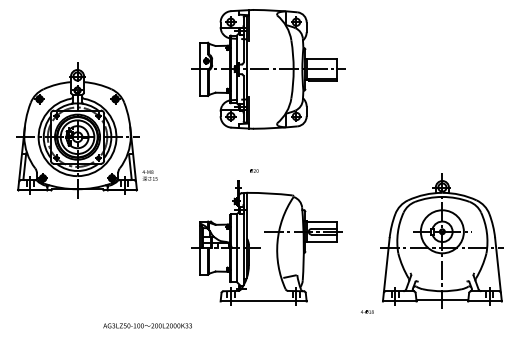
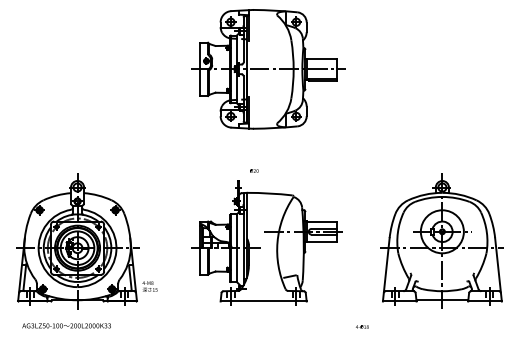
part at (86, 130) position: (86, 130) -> (86, 241)
text at (367, 311) position: (367, 311) -> (362, 326)
text at (147, 325) position: (147, 325) -> (66, 325)
